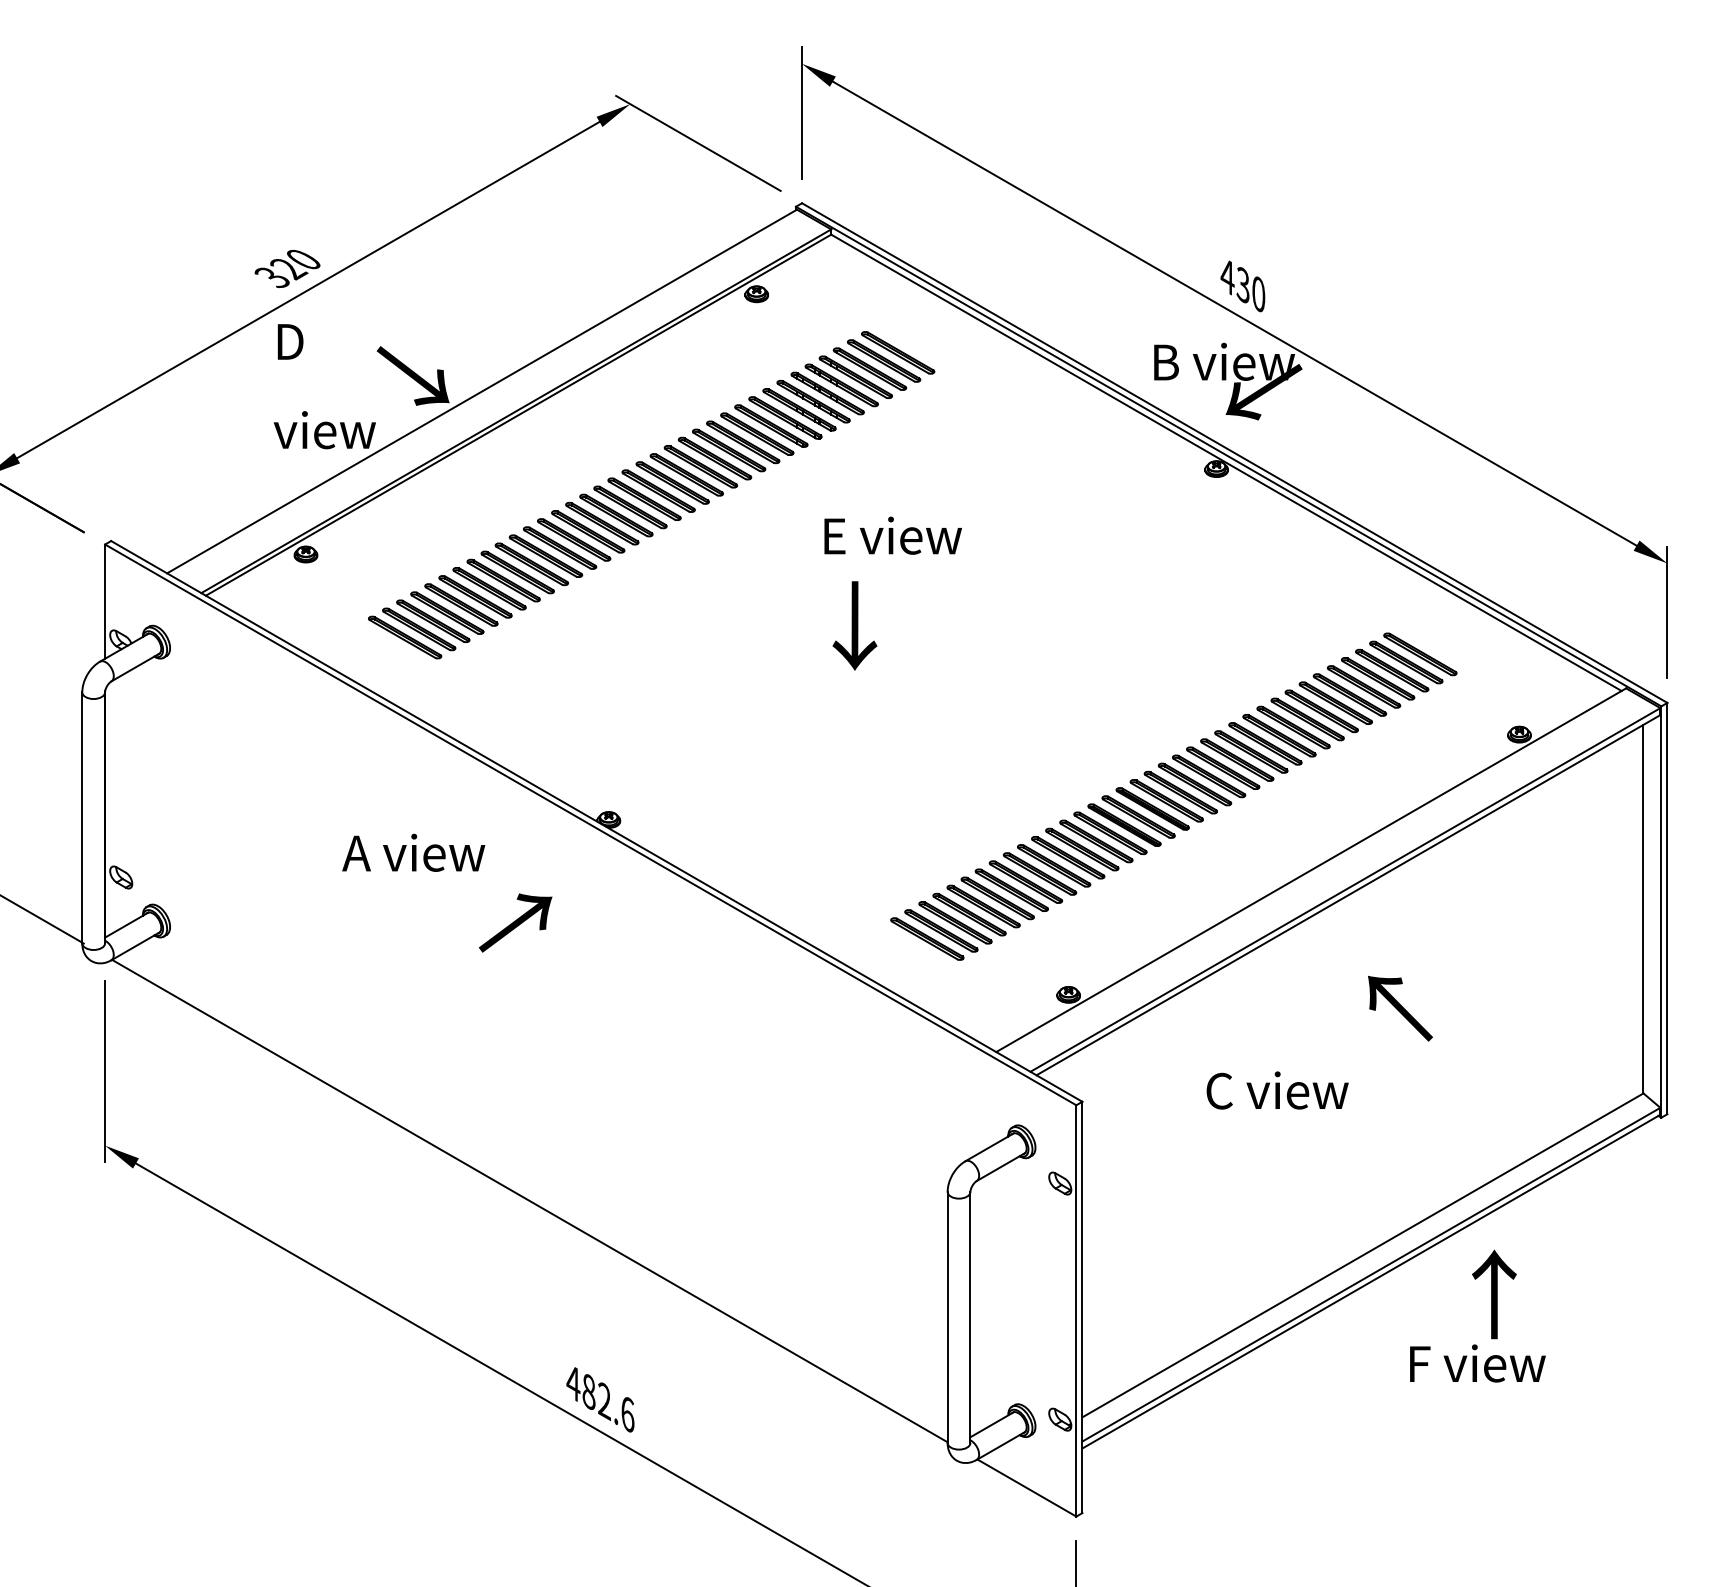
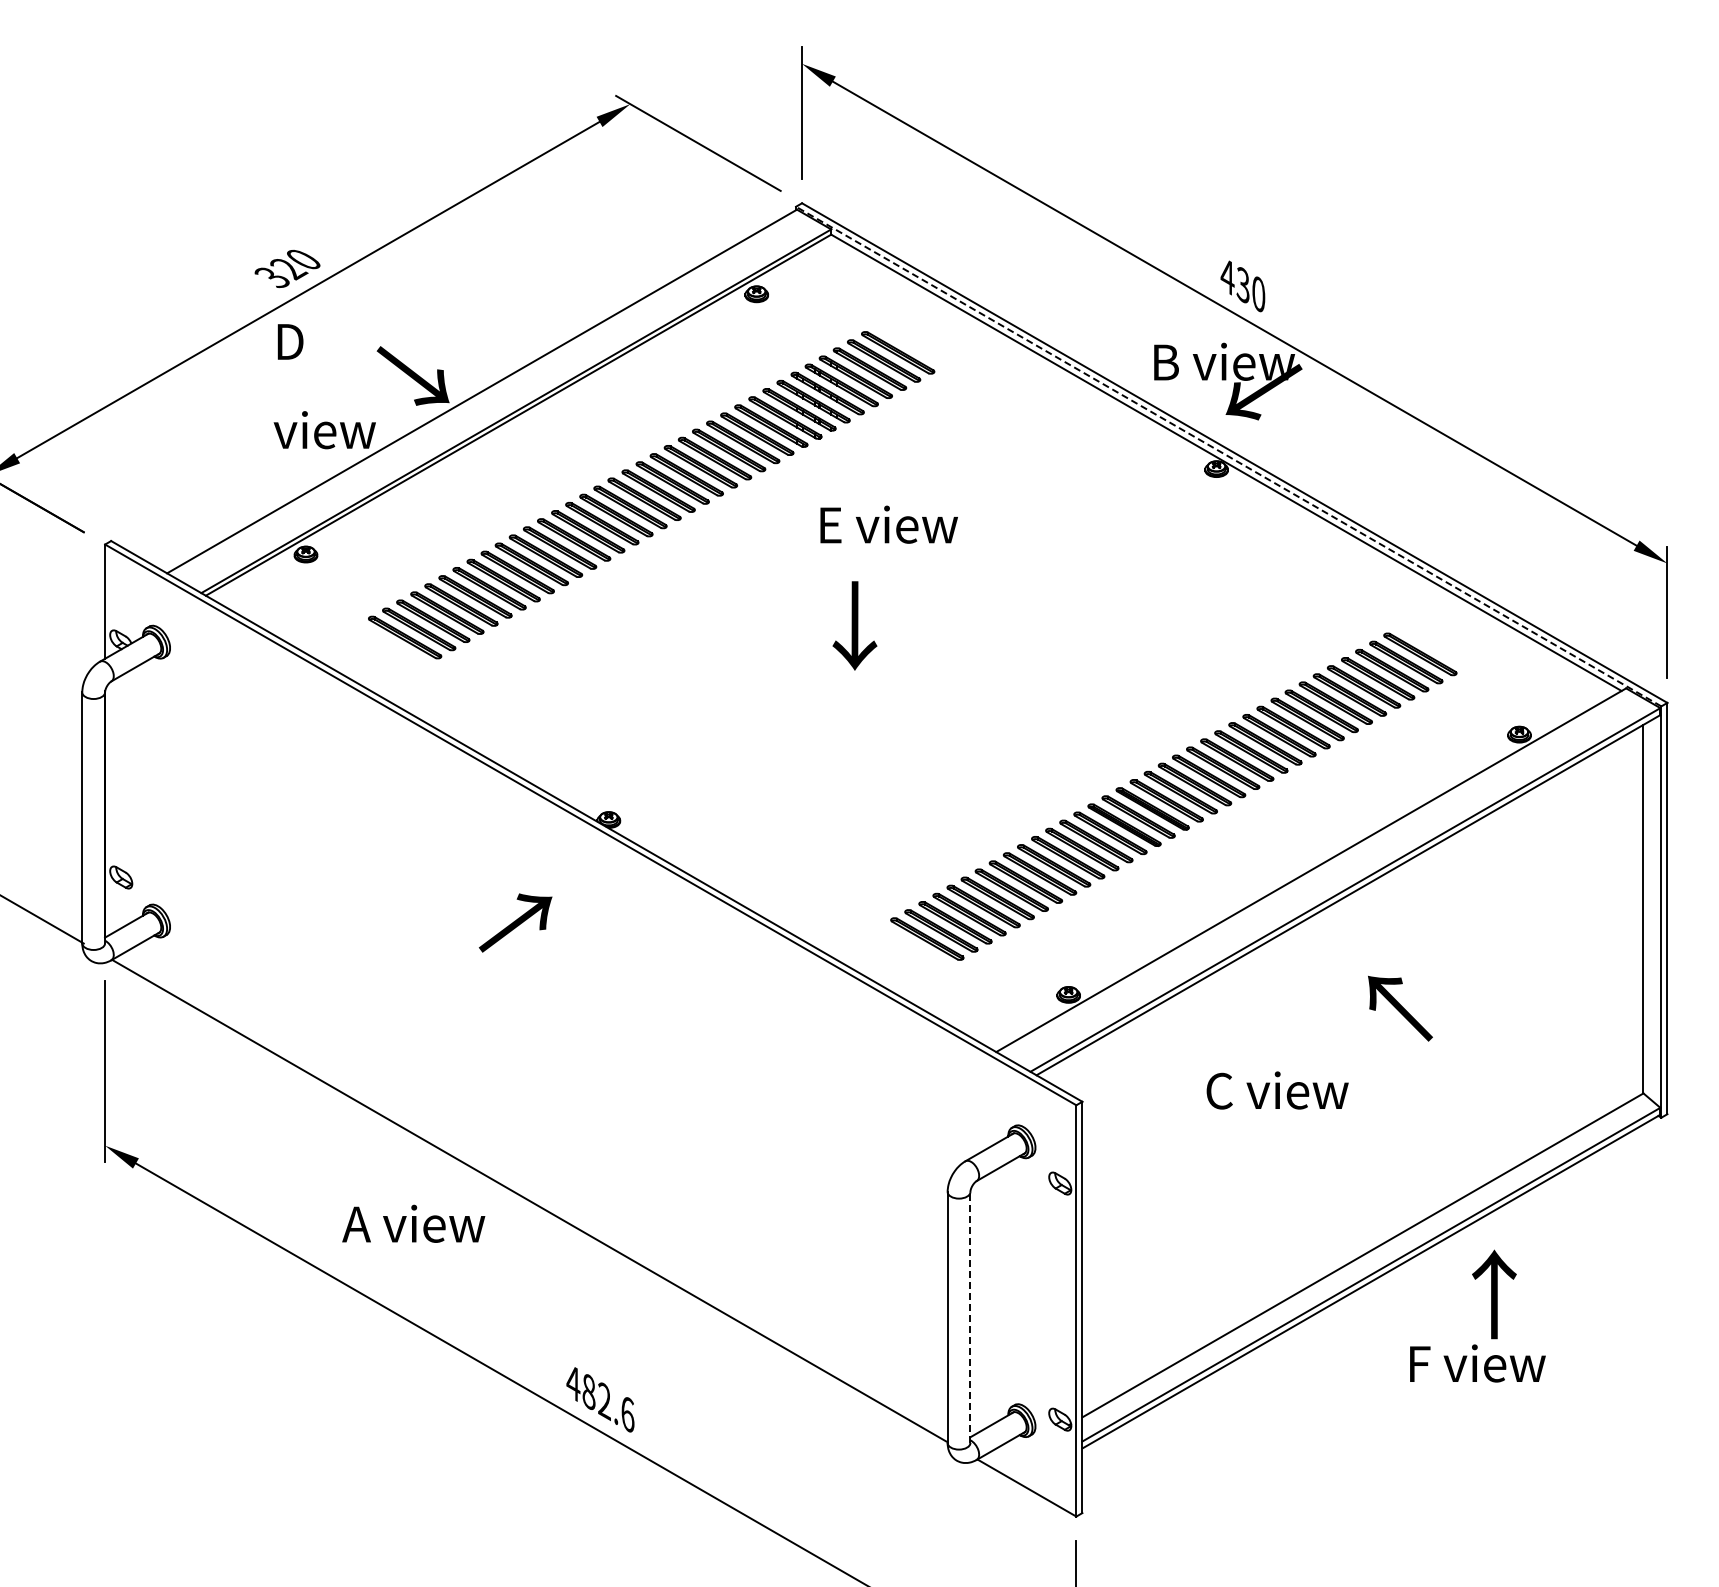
line at (1228, 456): solid -> dashed
text at (892, 535) position: (892, 535) -> (888, 524)
text at (413, 852) position: (413, 852) -> (413, 1223)
line at (970, 1317): solid -> dashed
